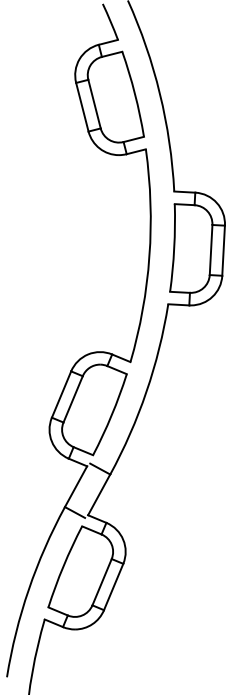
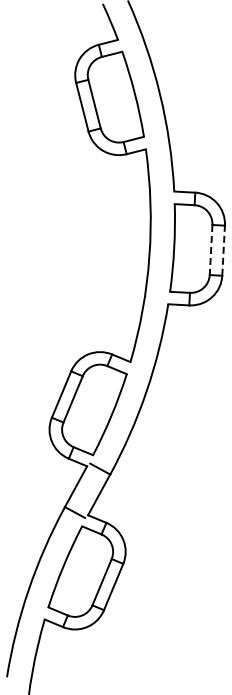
line at (211, 250): solid -> dashed
line at (223, 250): solid -> dashed
